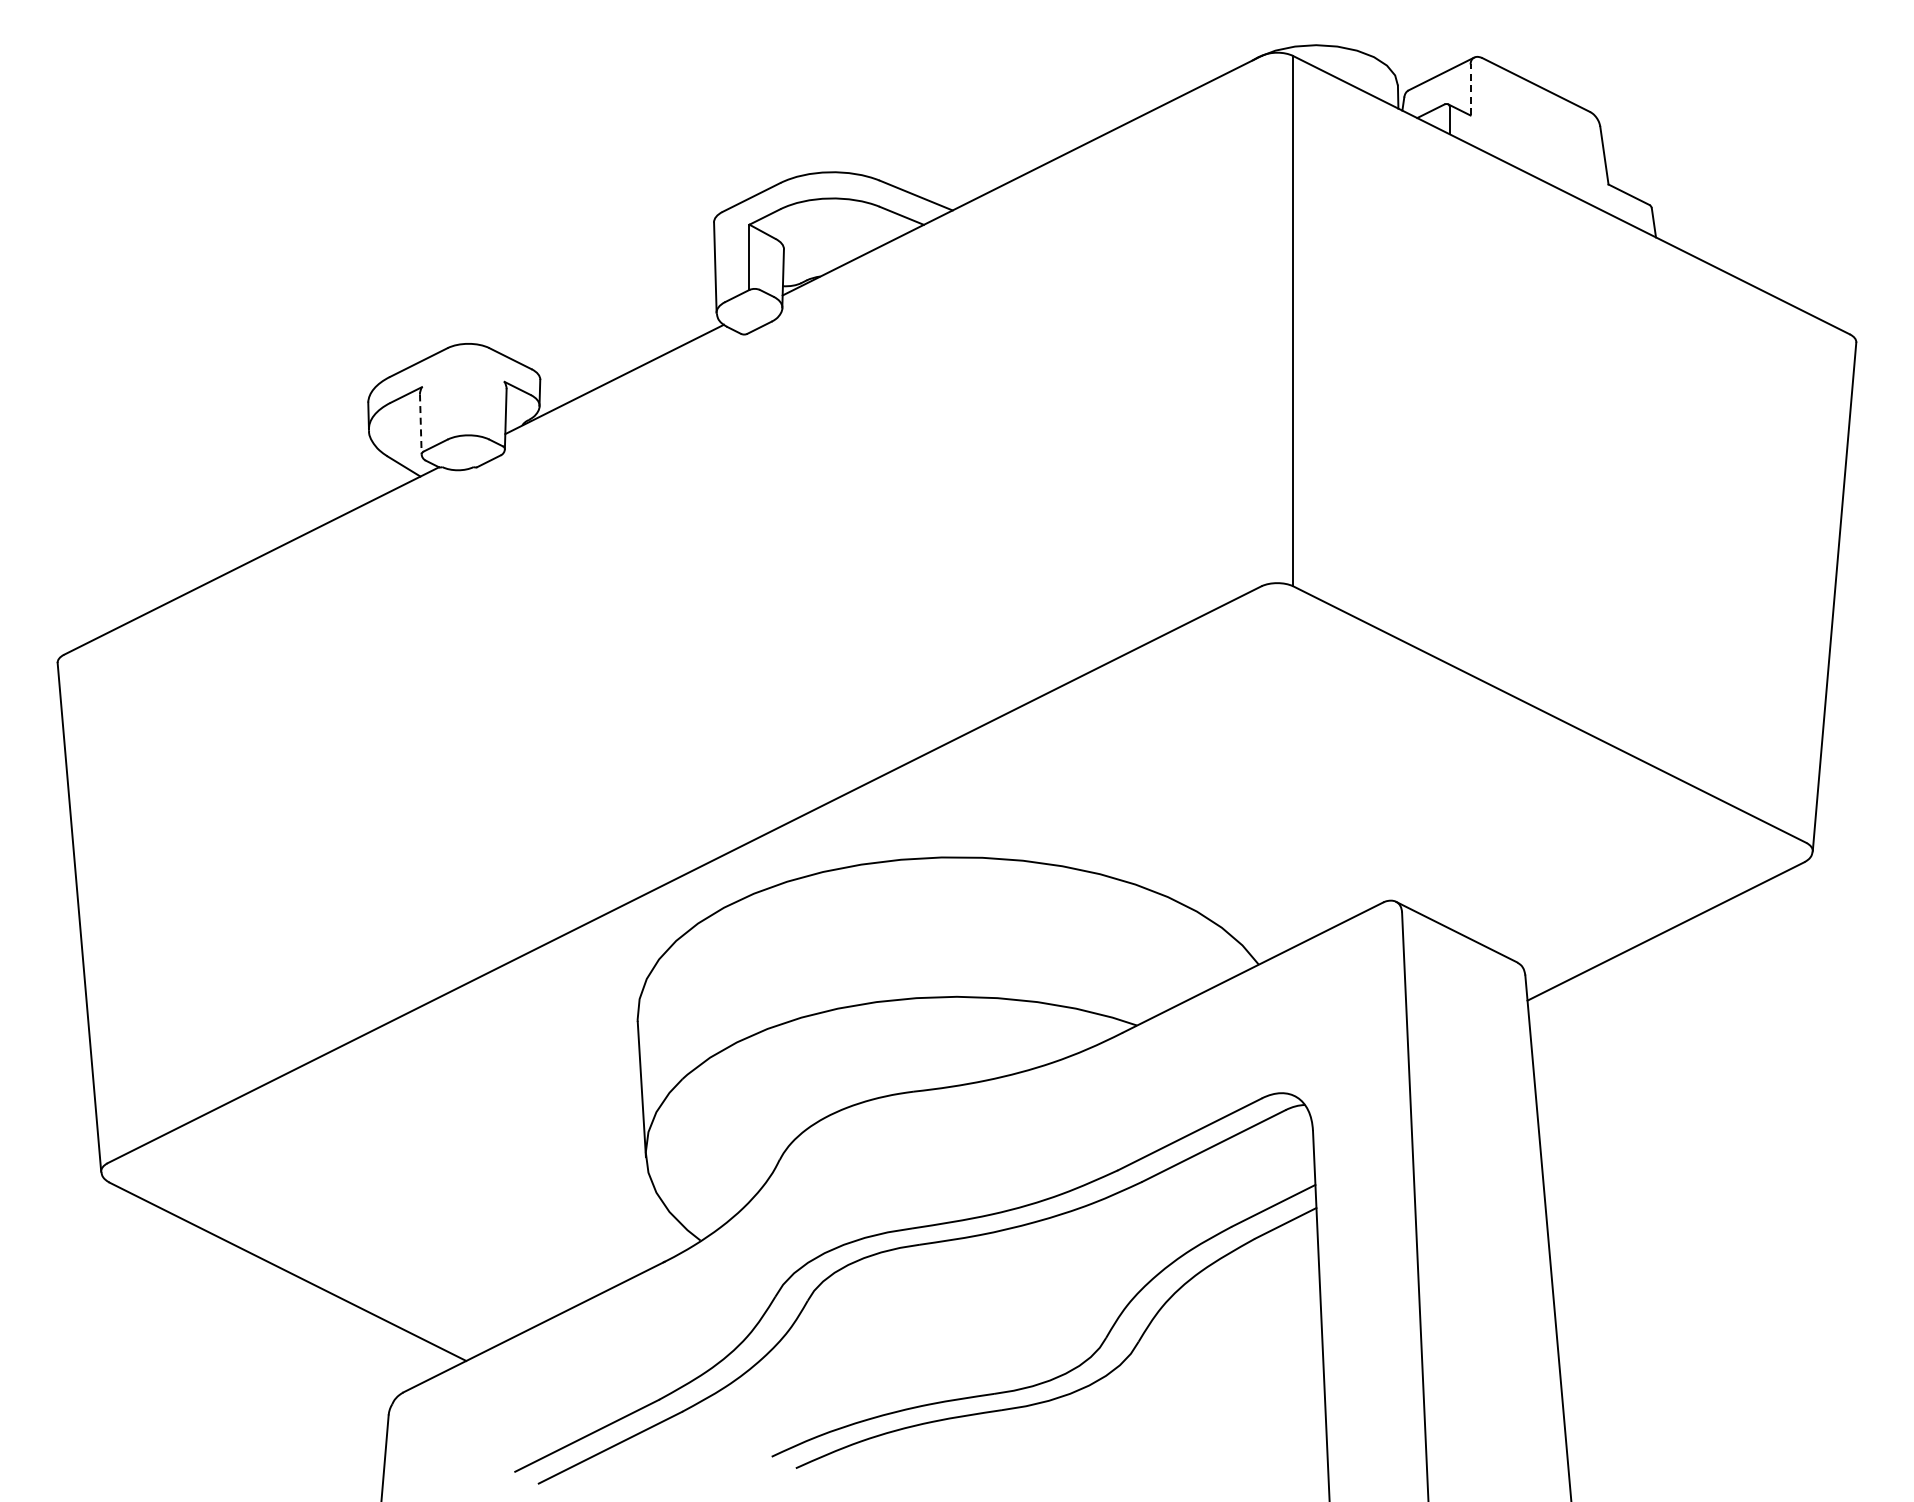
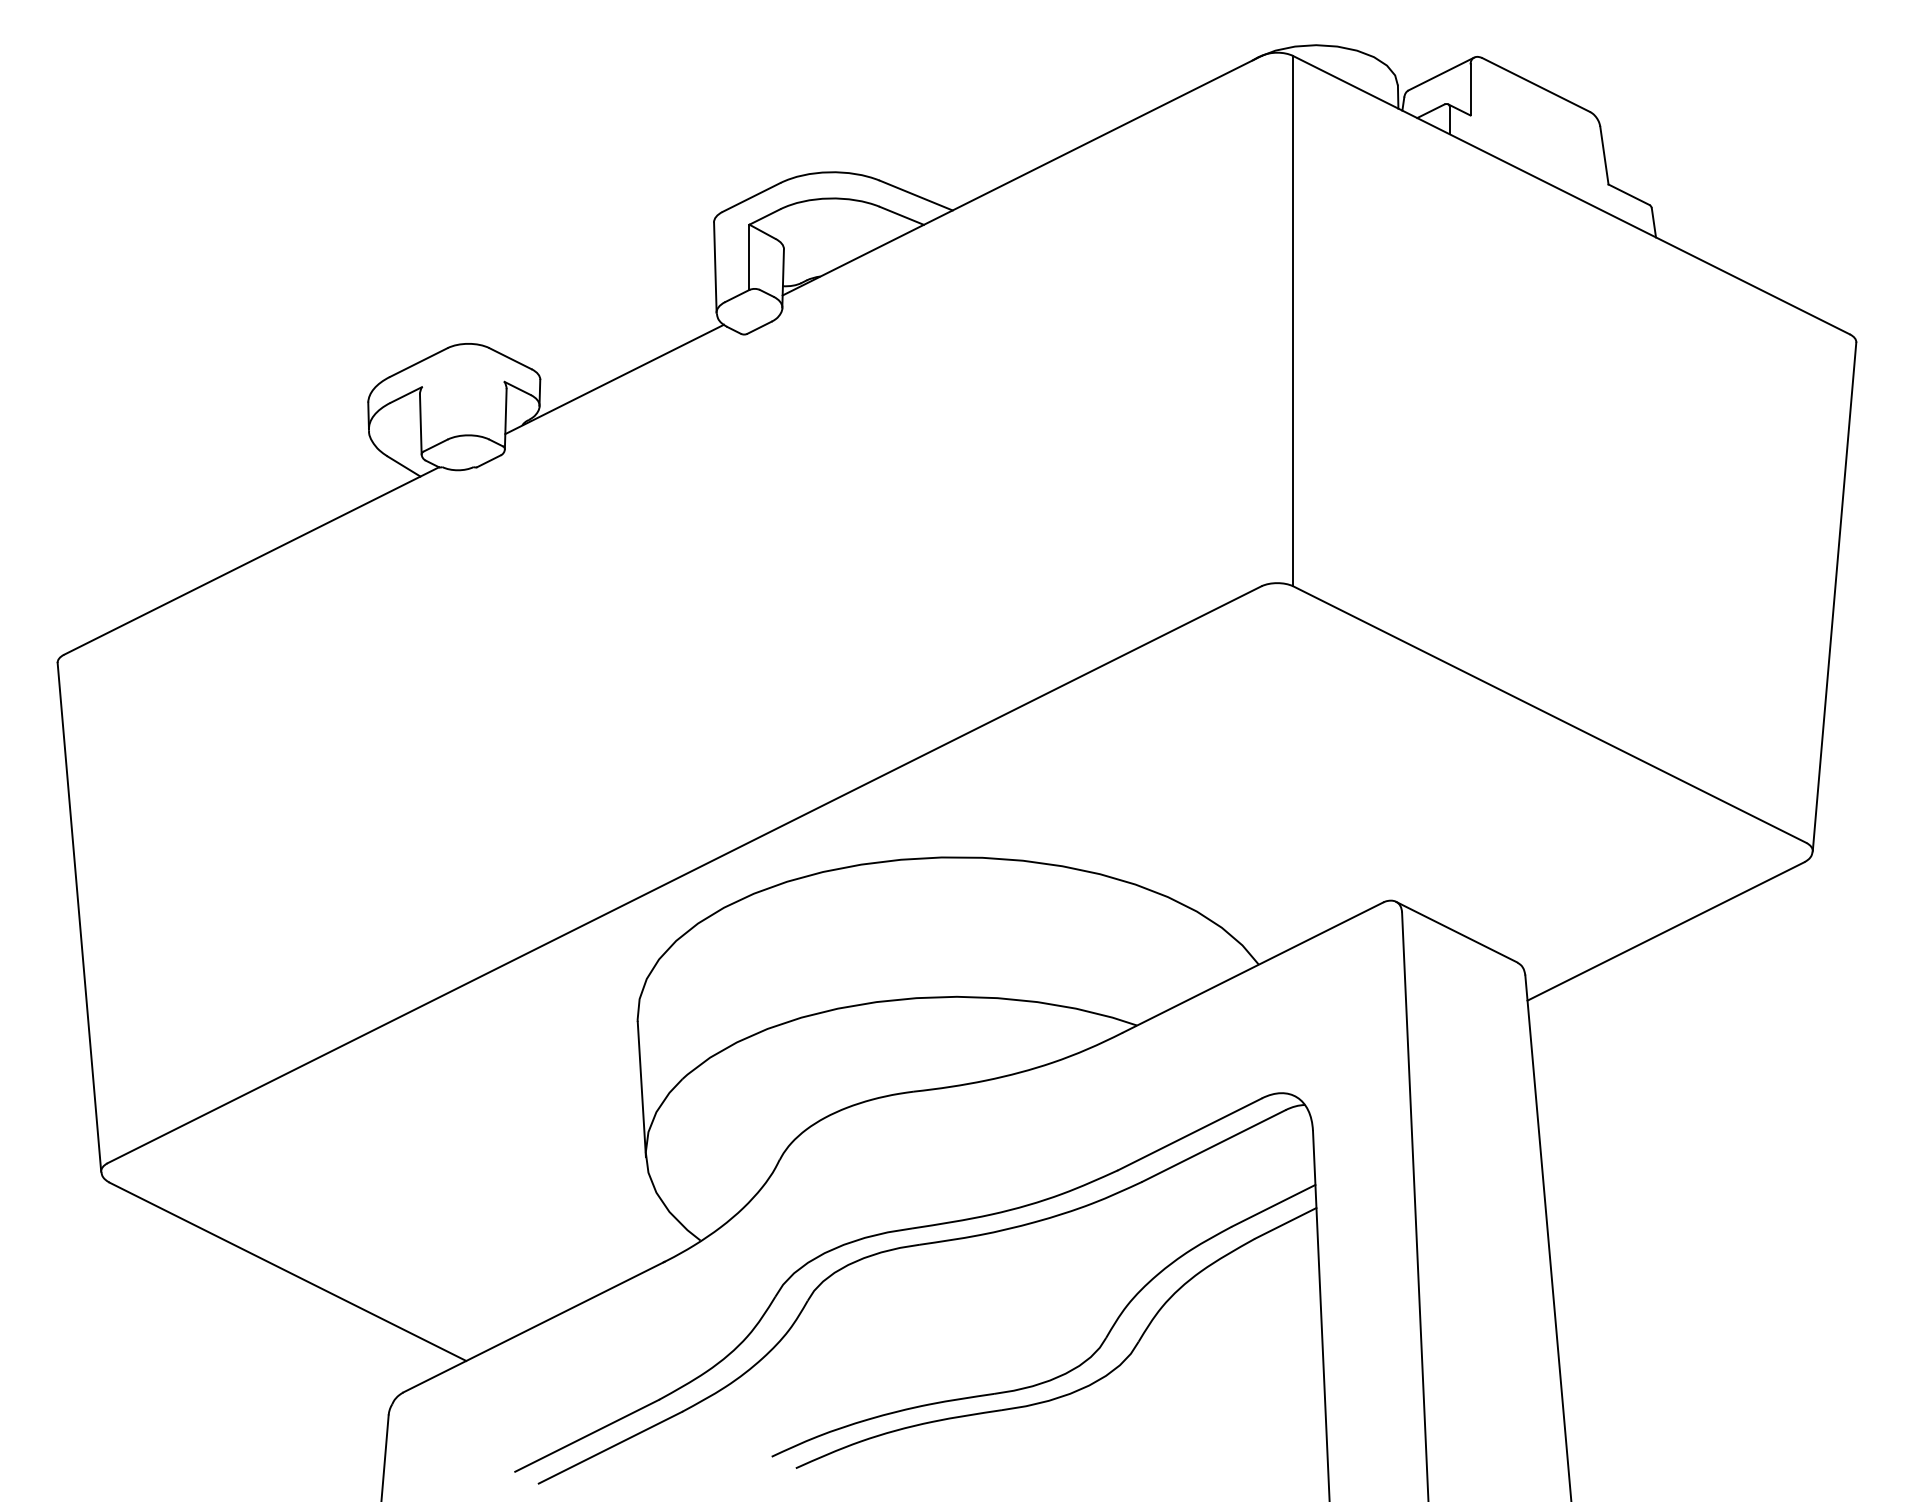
line at (1470, 89): dashed -> solid
line at (420, 424): dashed -> solid
